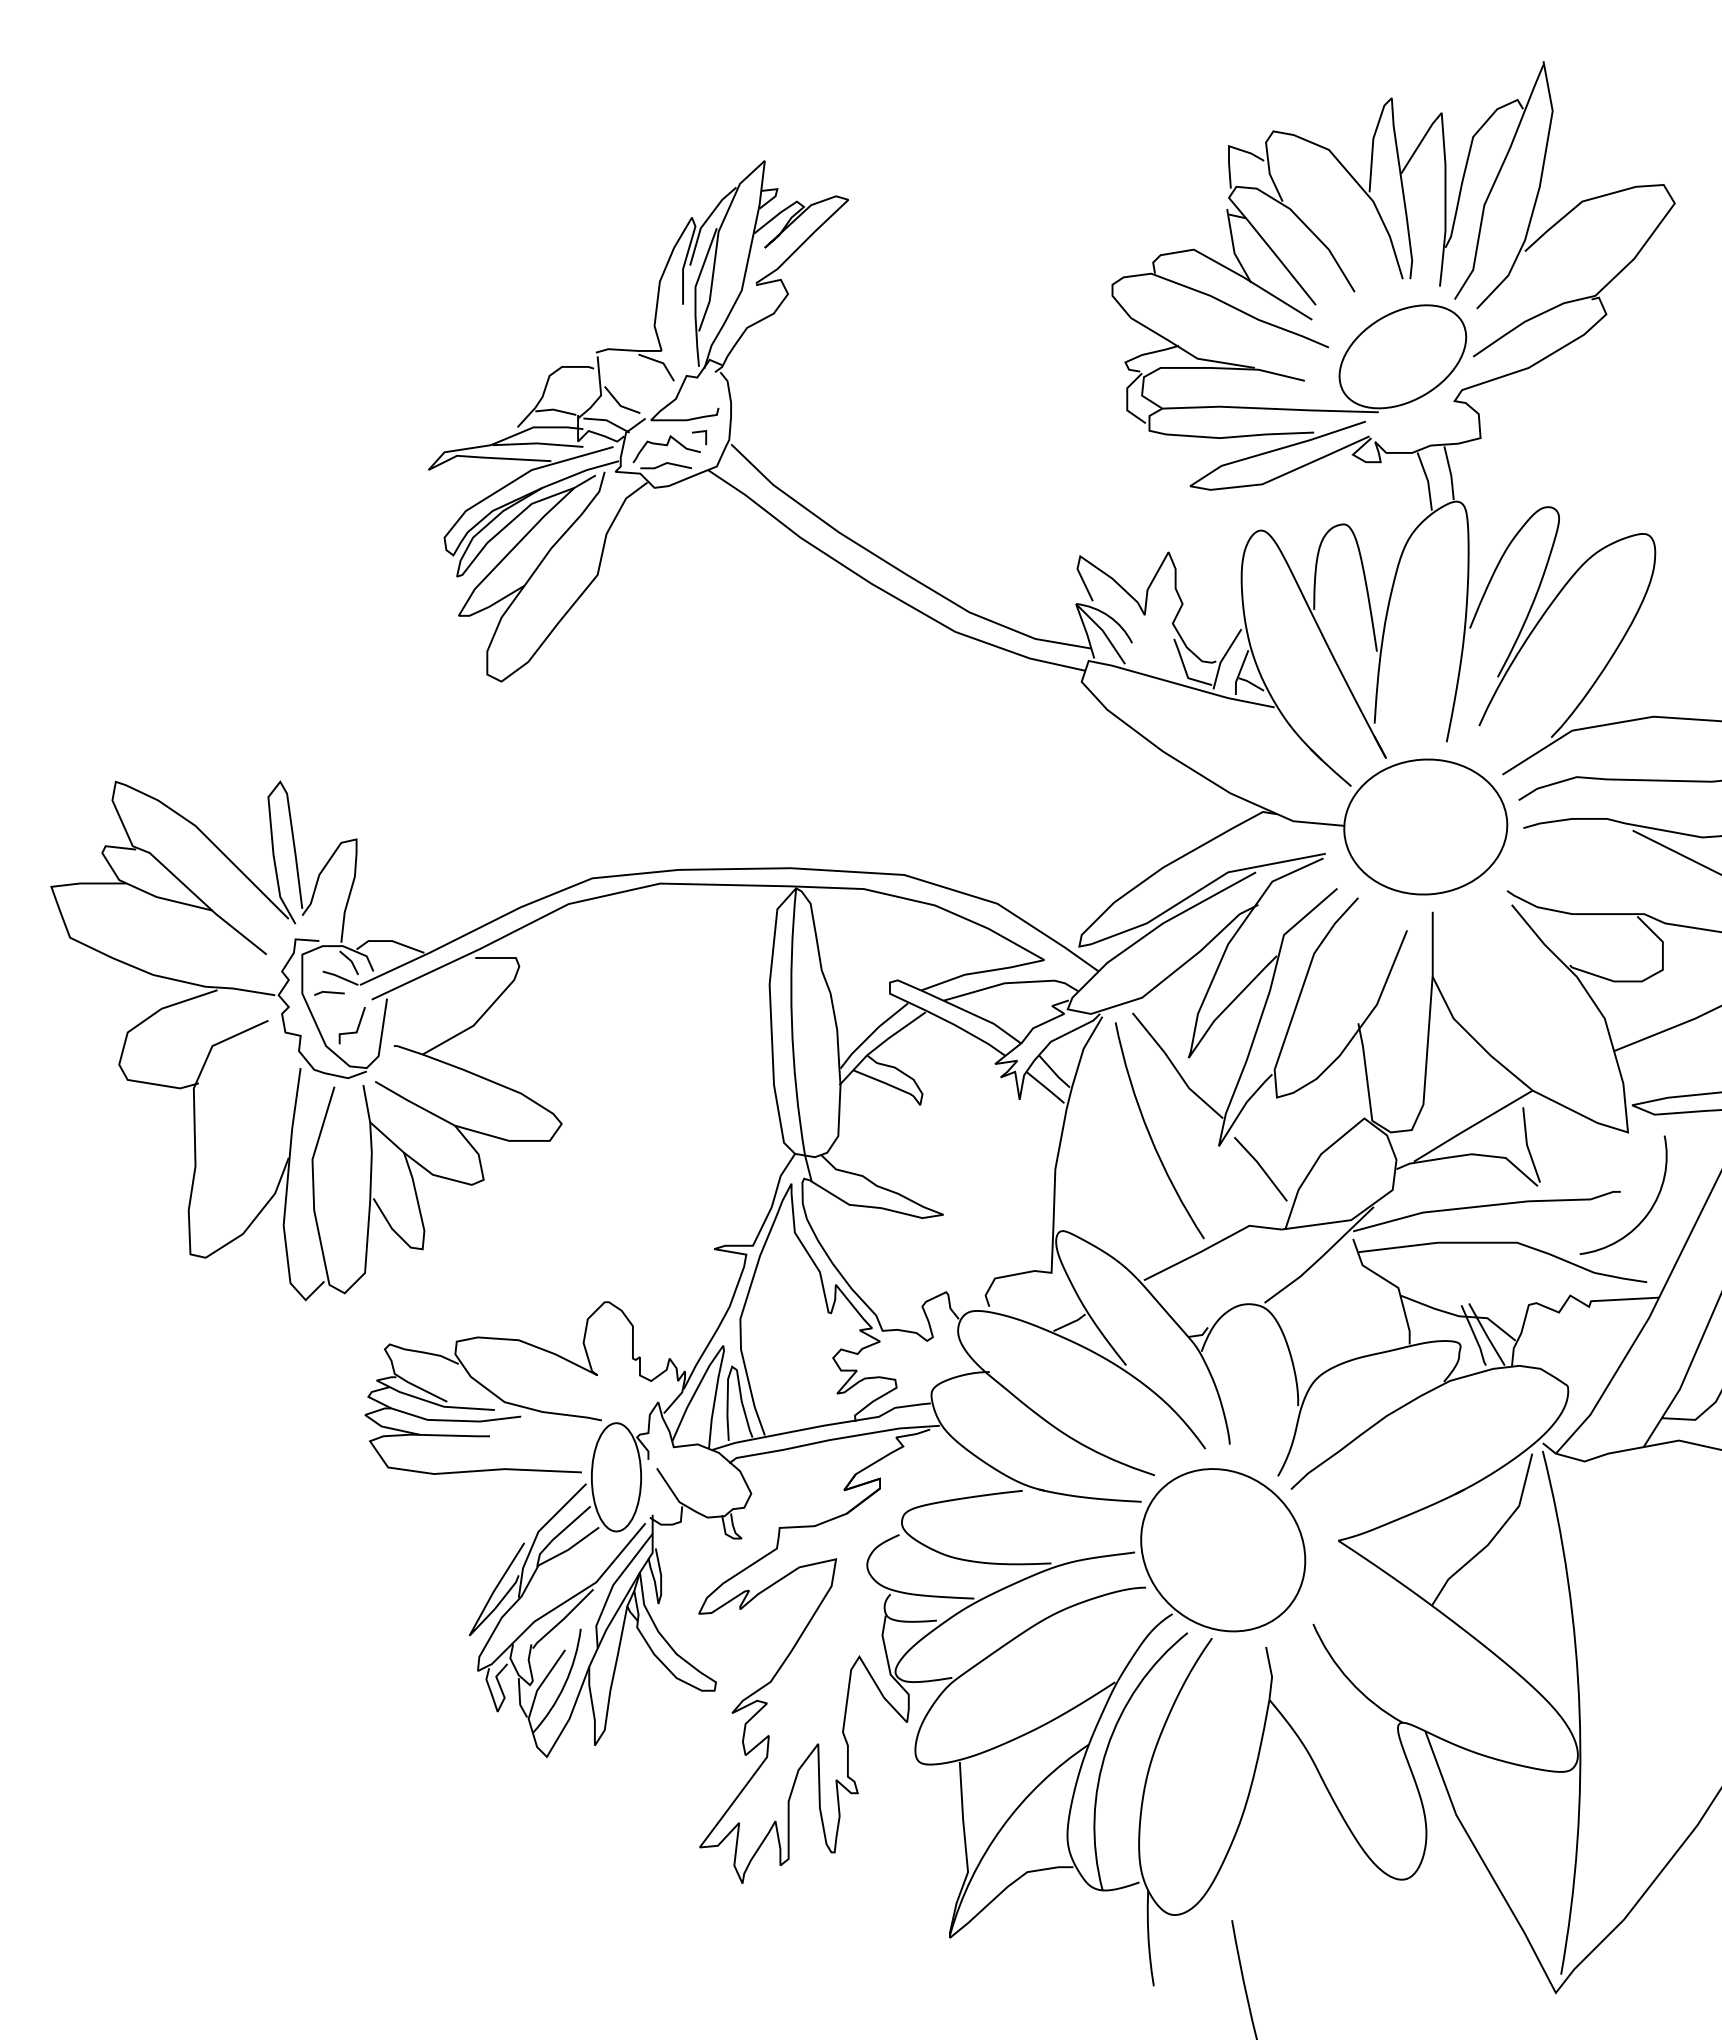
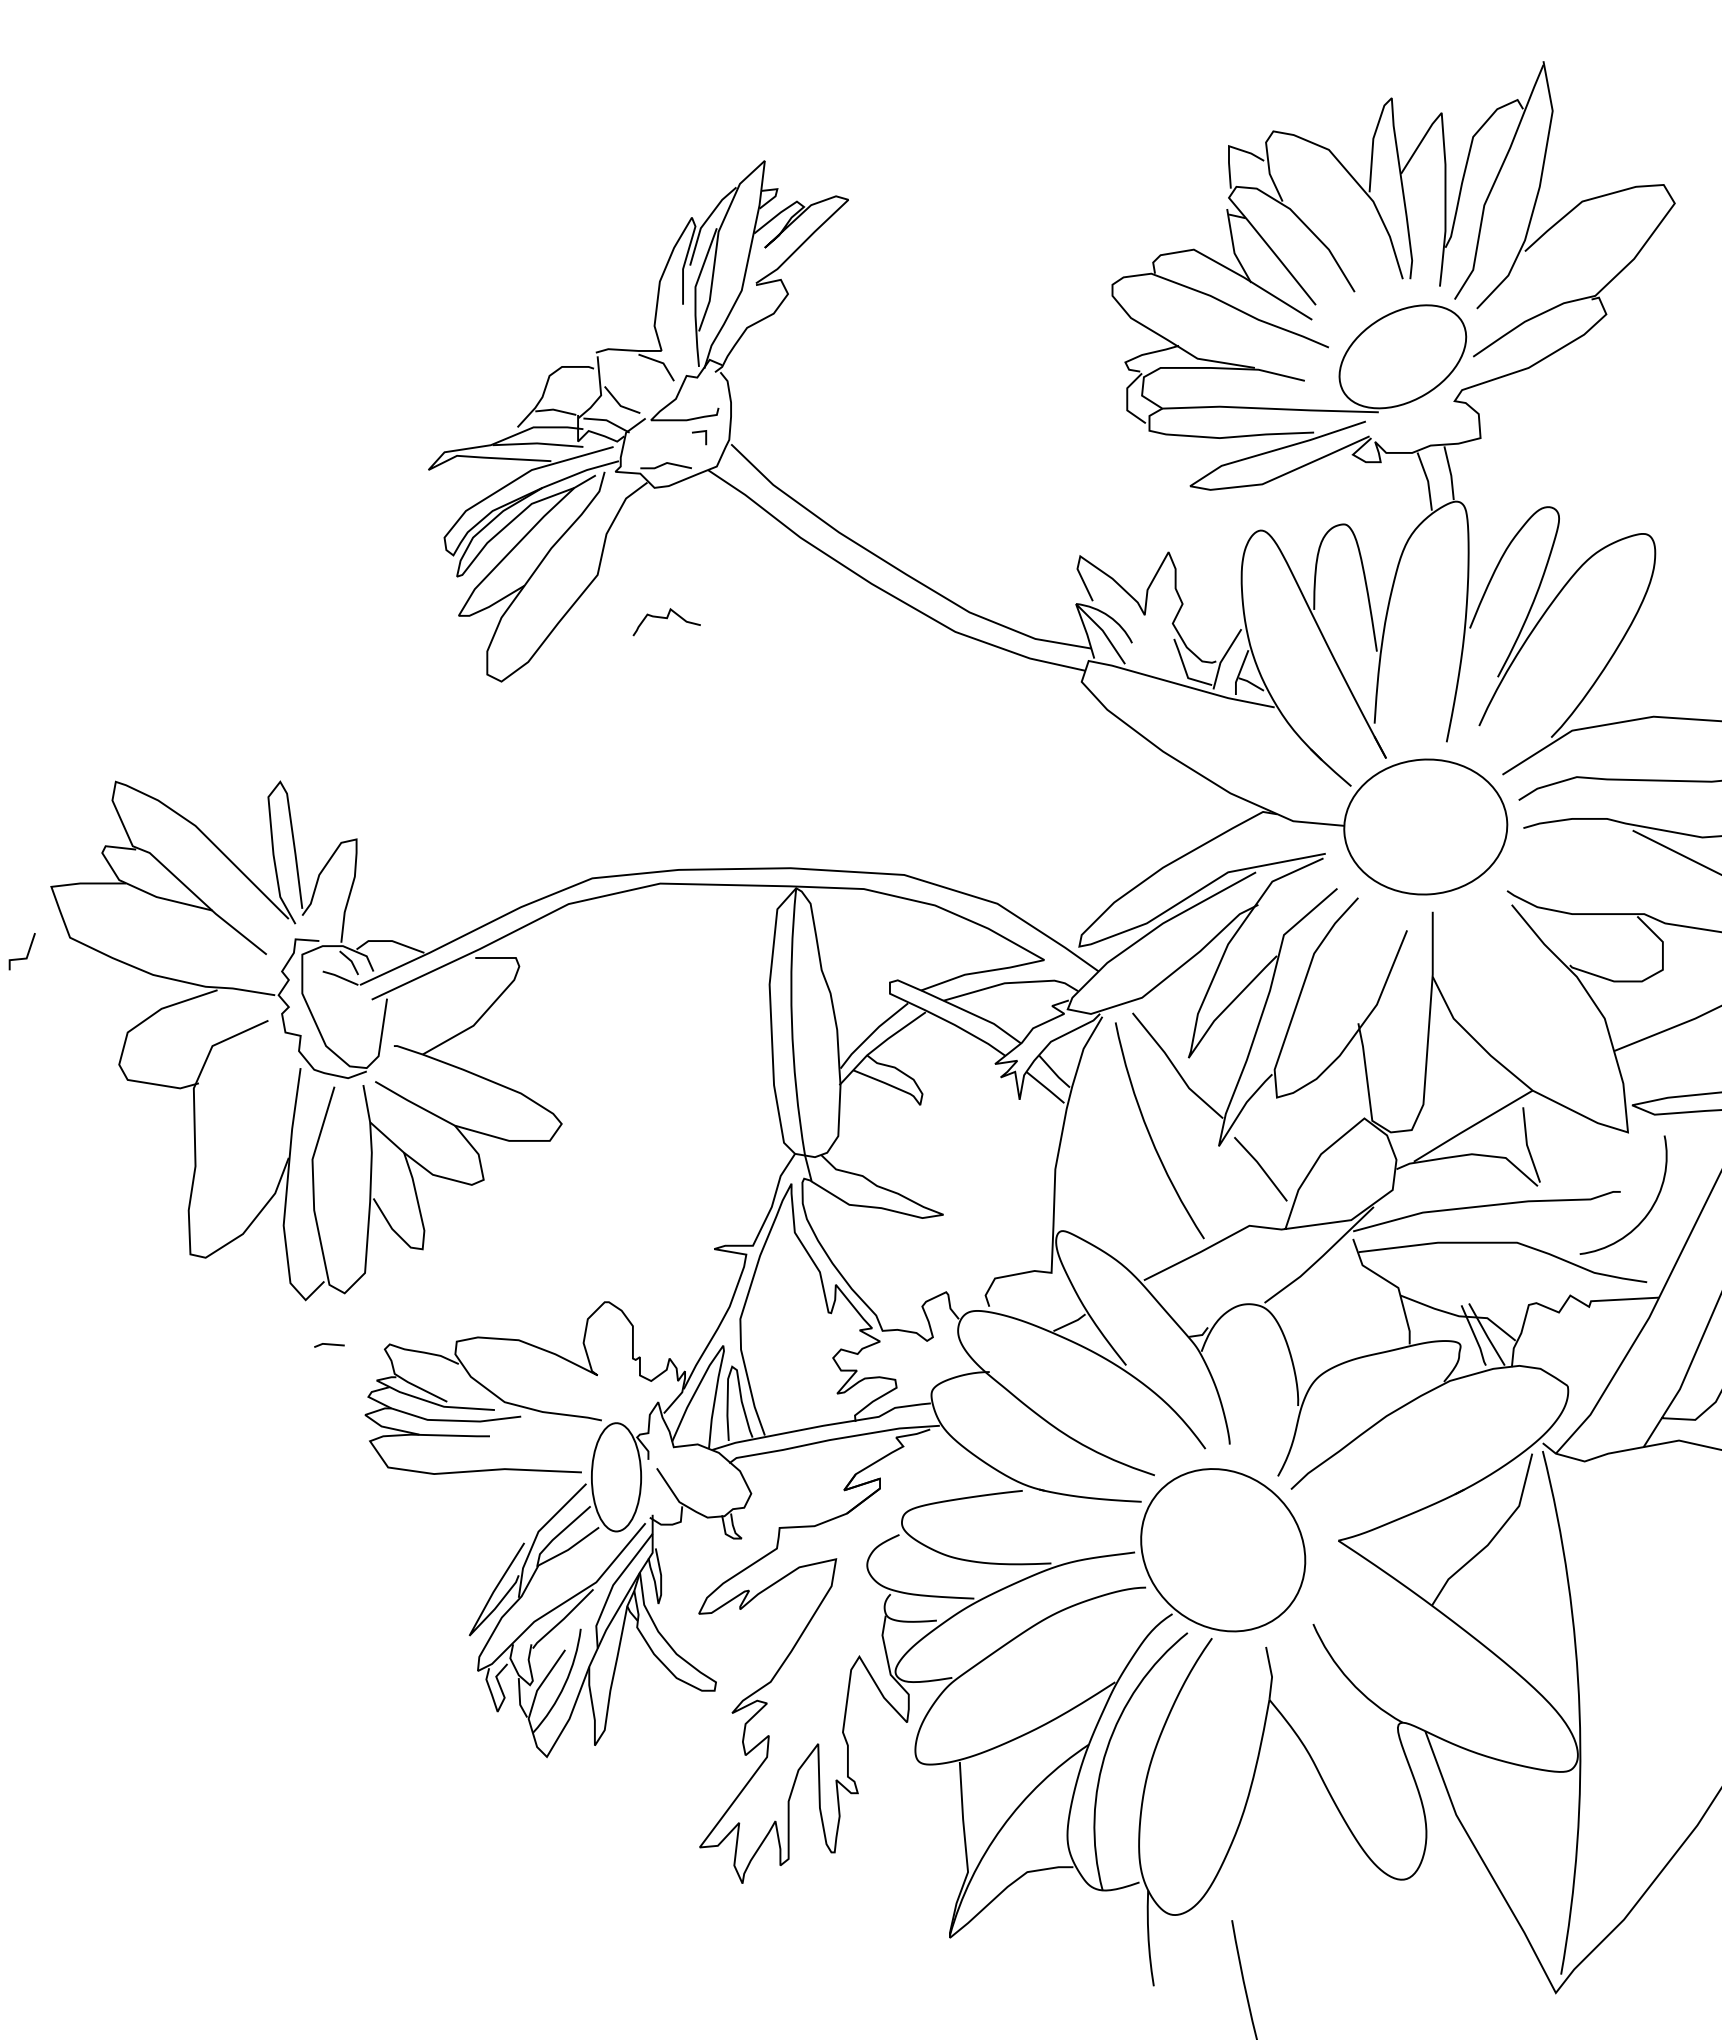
curve at (667, 446) position: (667, 446) -> (667, 619)
line at (329, 993) position: (329, 993) -> (329, 1345)
line at (357, 1026) position: (357, 1026) -> (27, 952)
